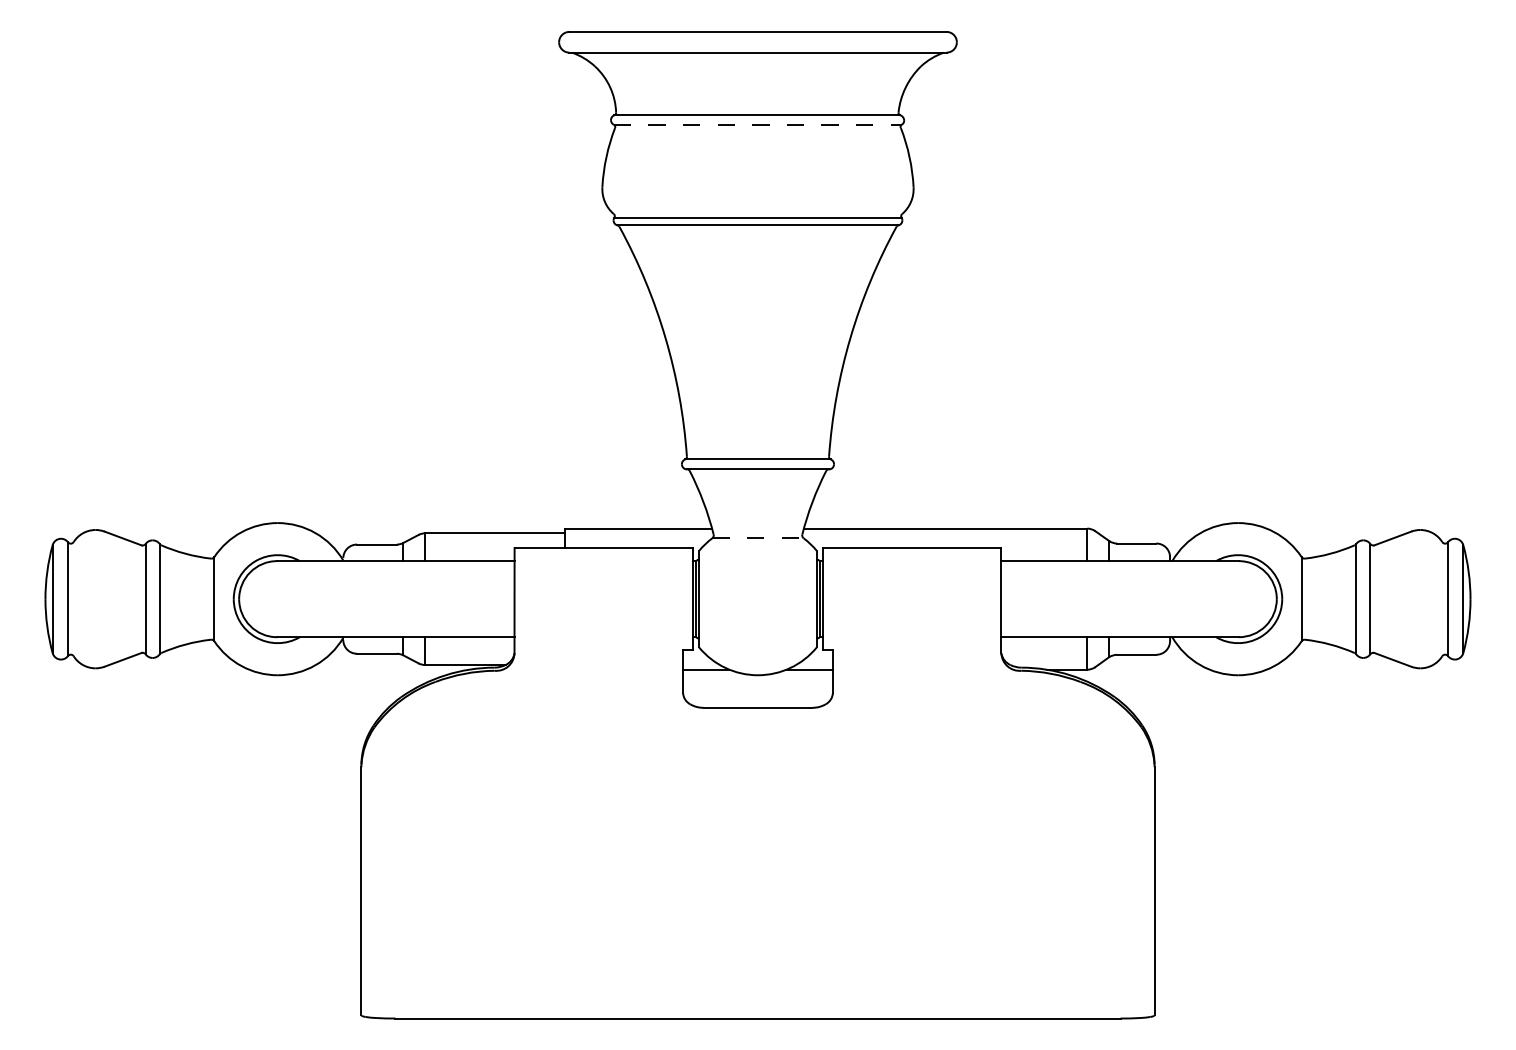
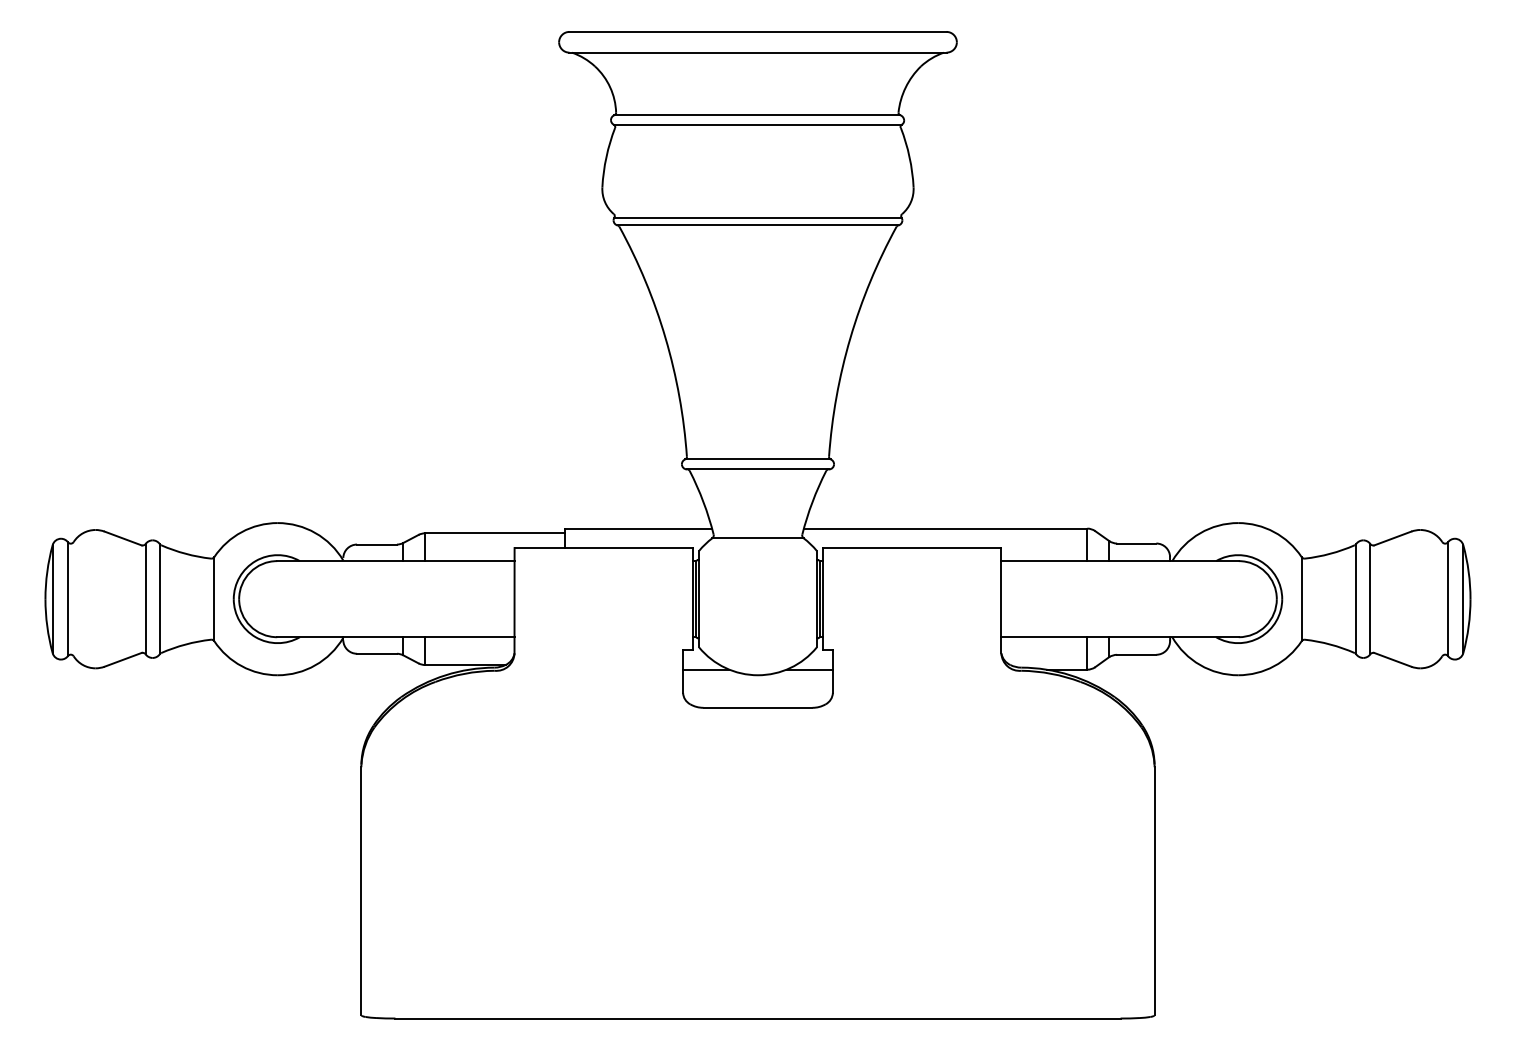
line at (757, 124): dashed -> solid
line at (758, 538): dashed -> solid
